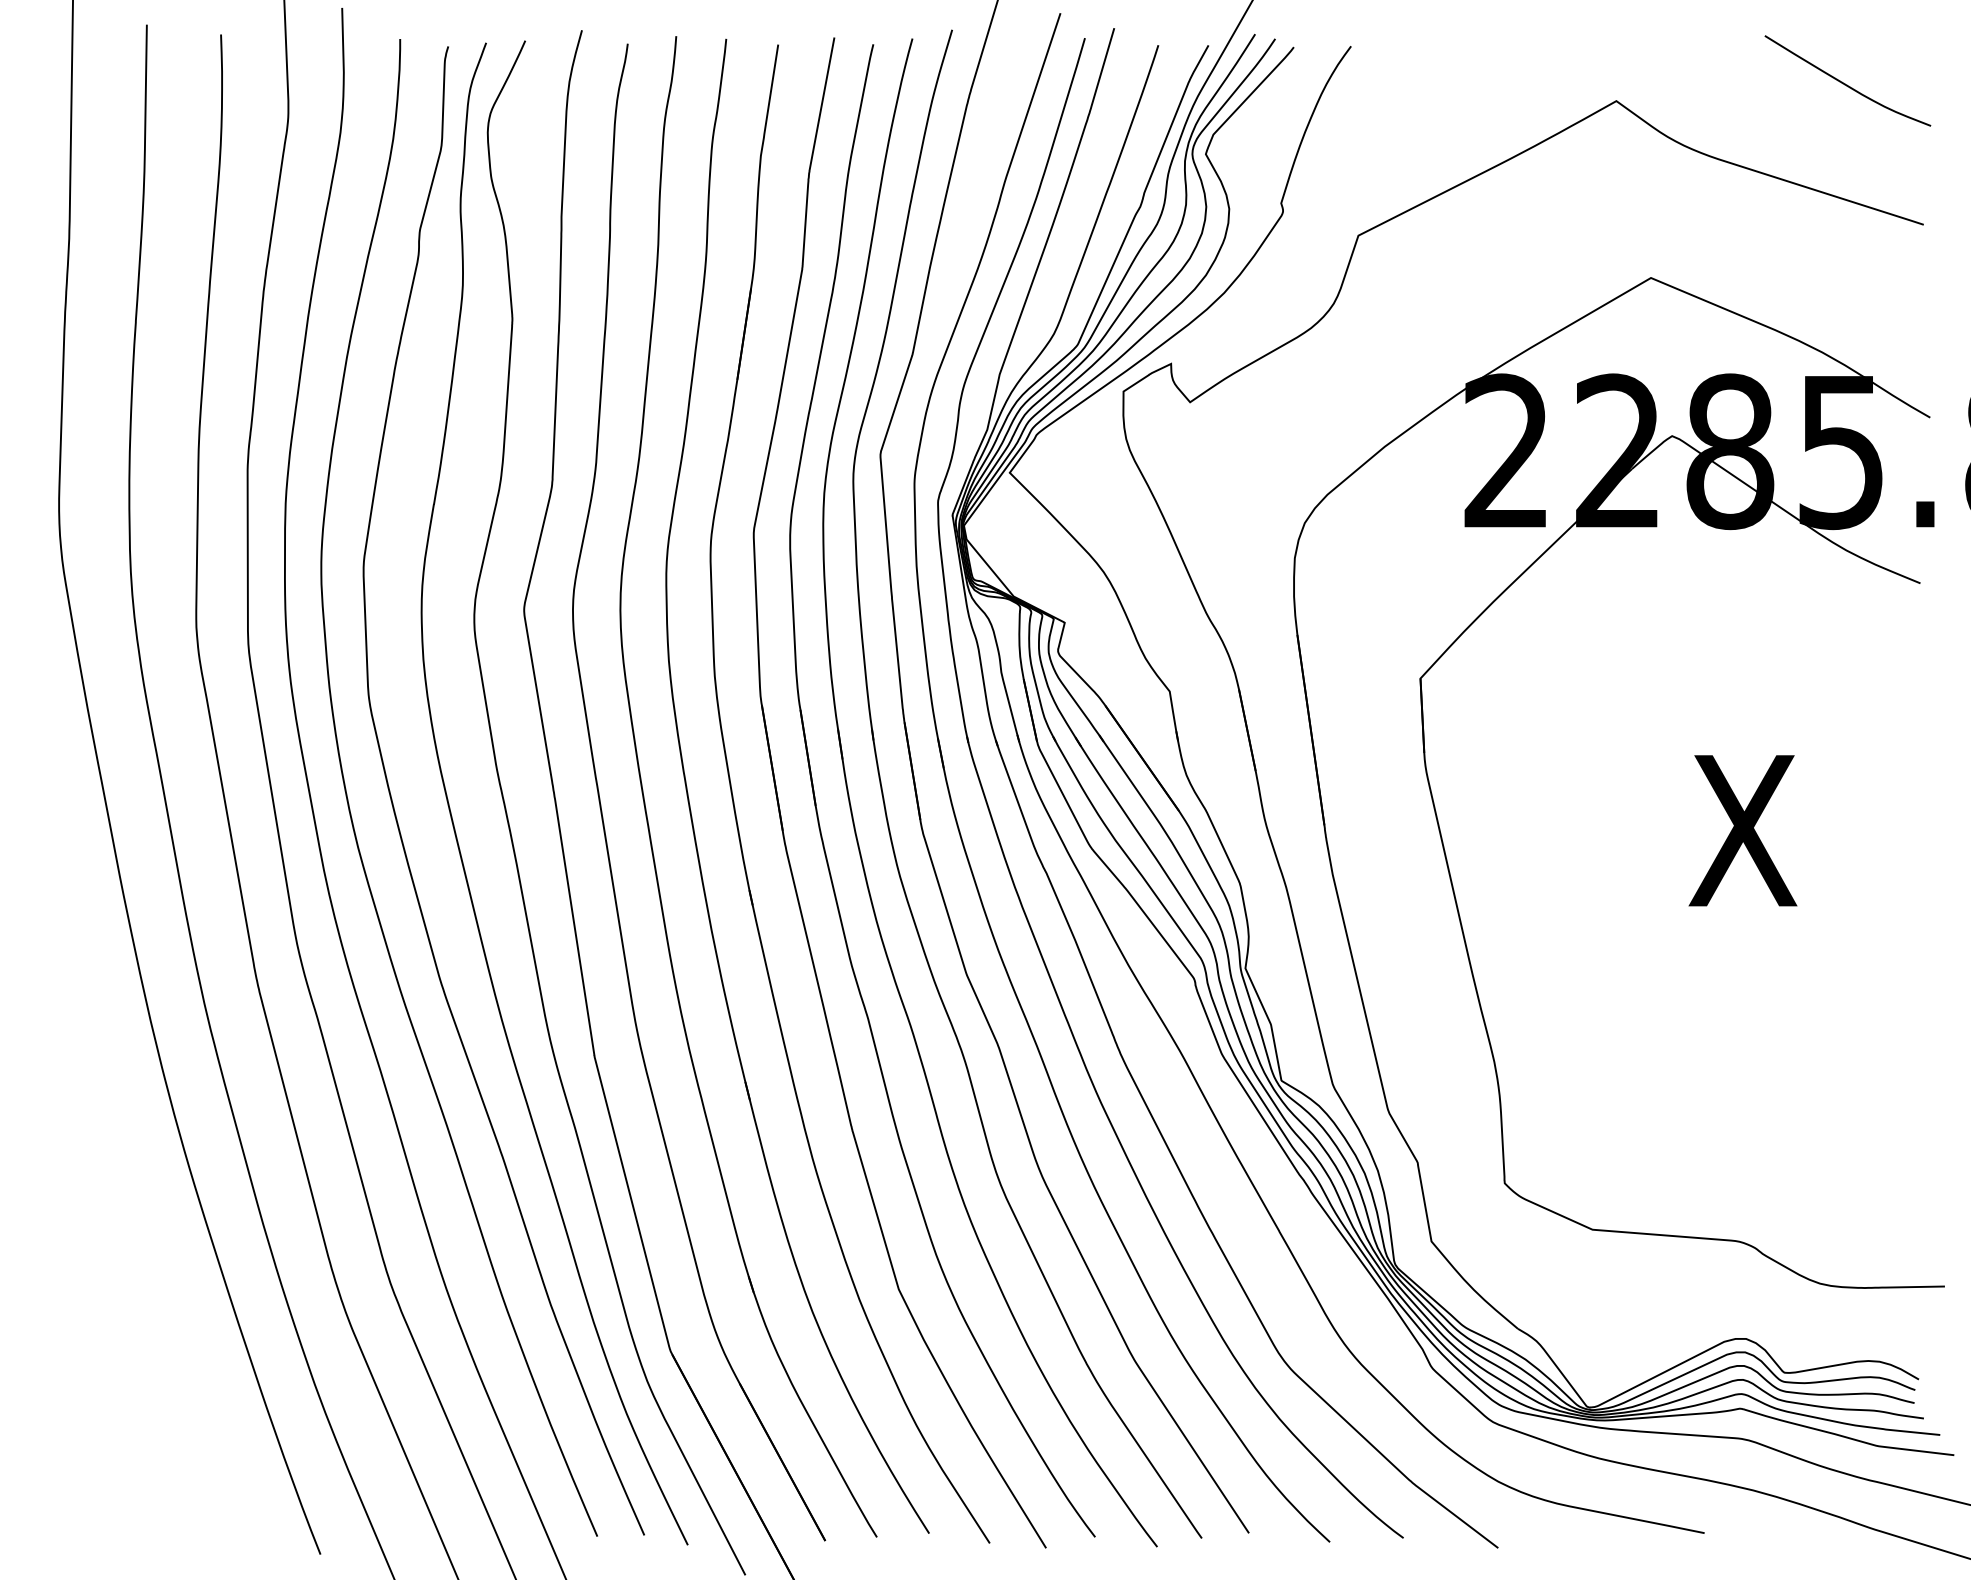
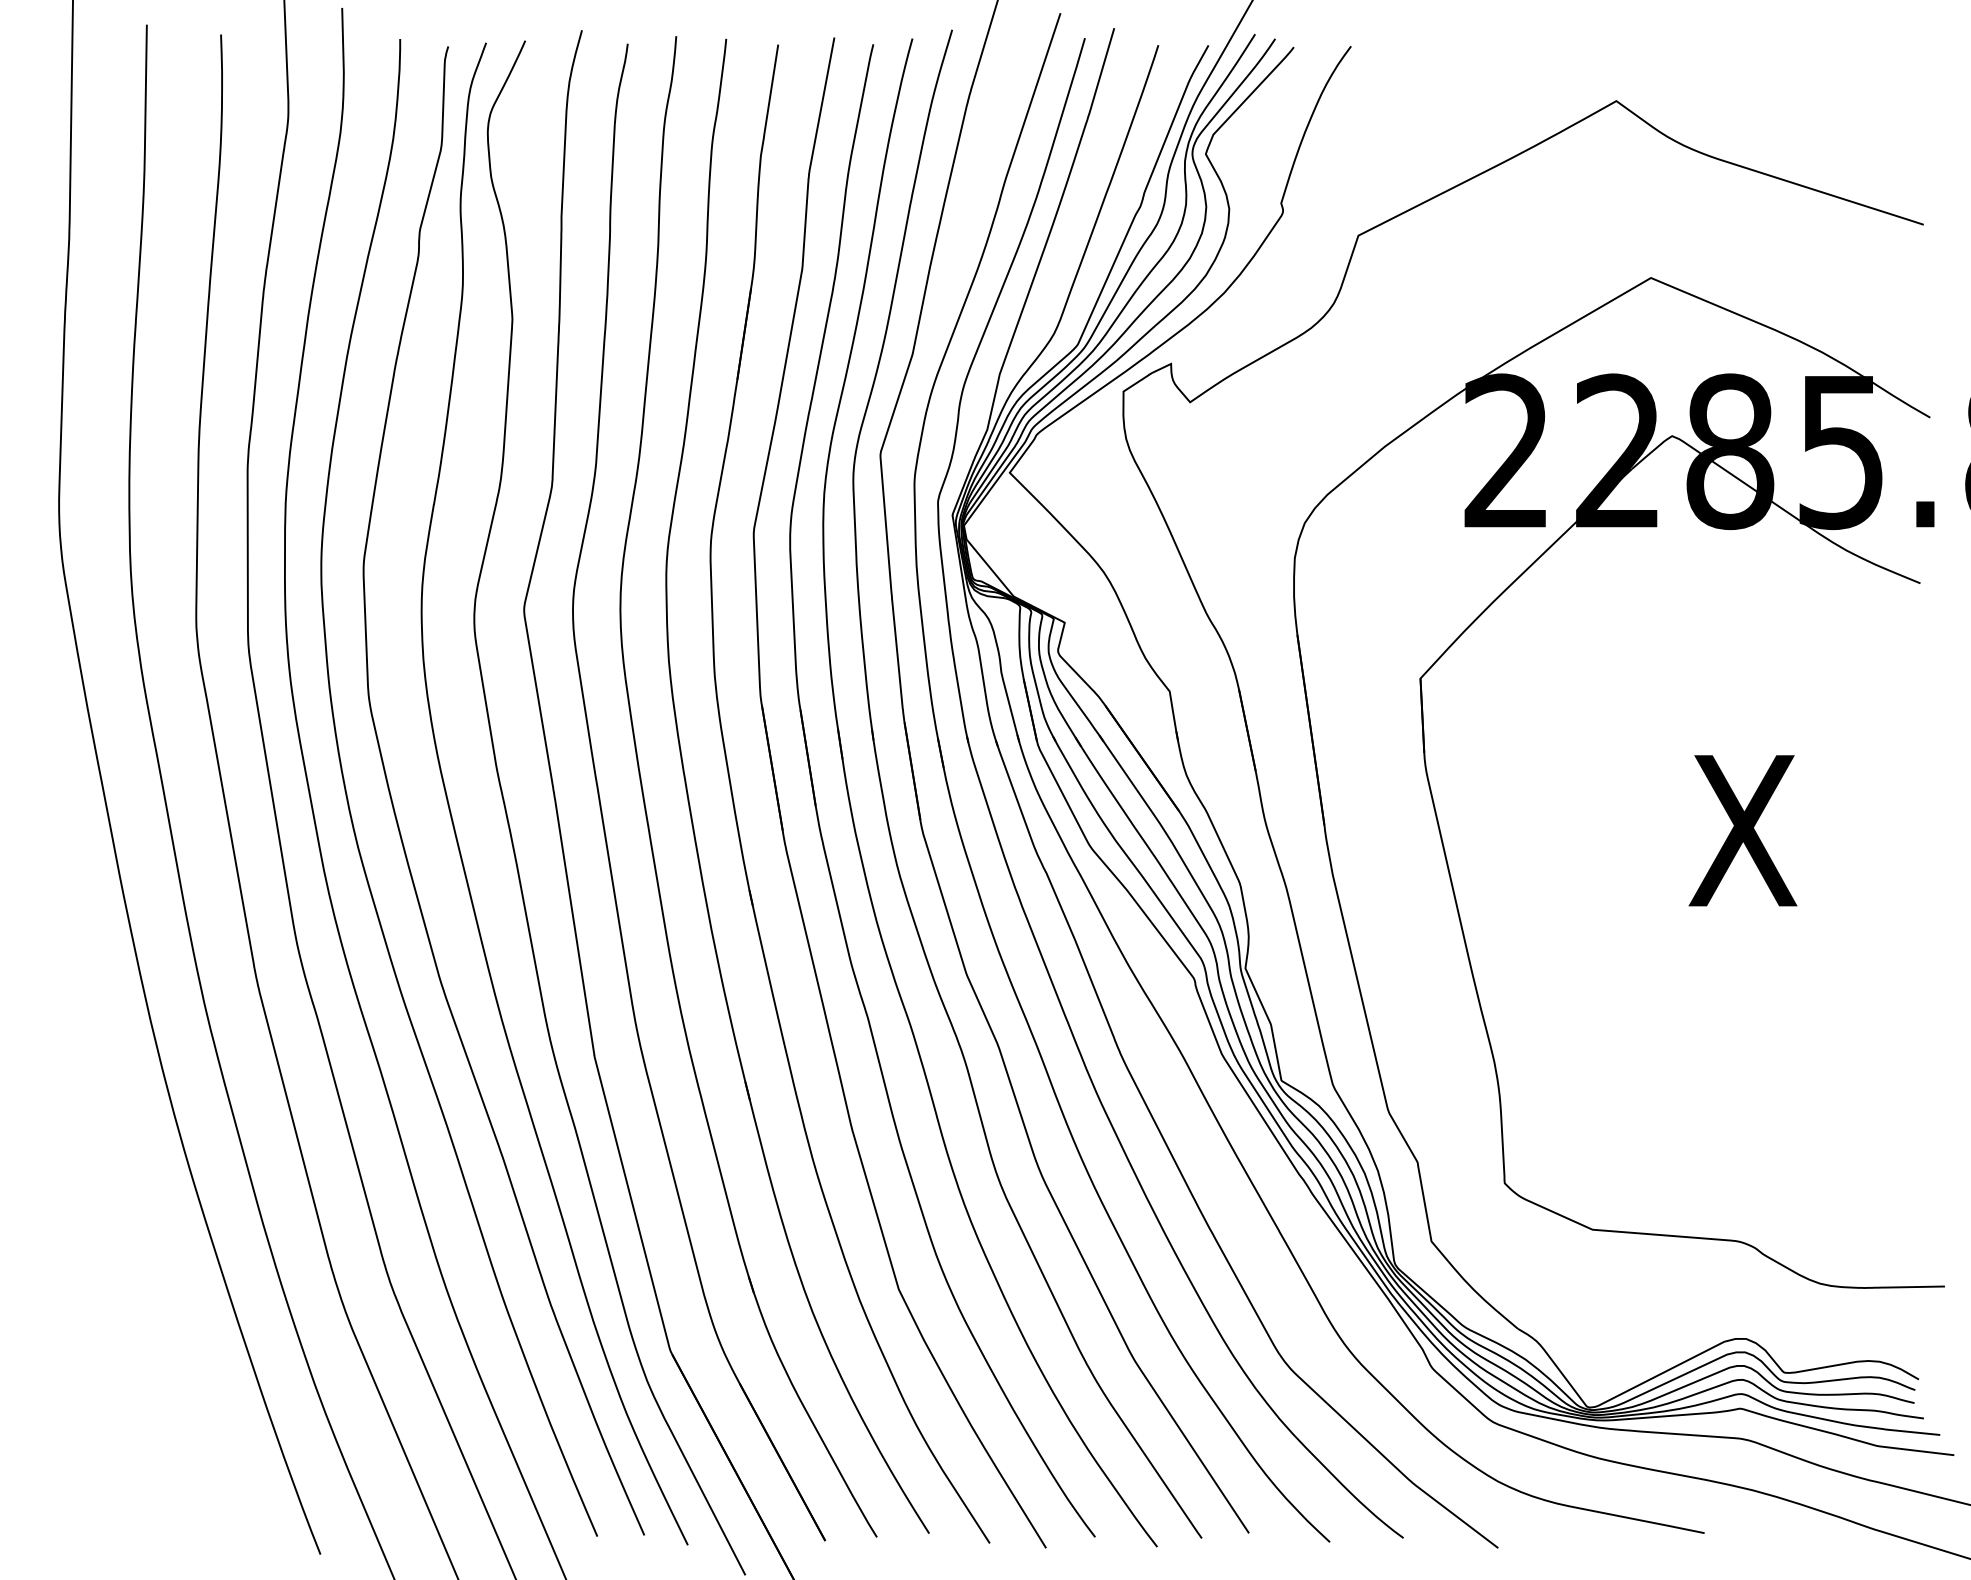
curve at (1845, 83): present -> none
